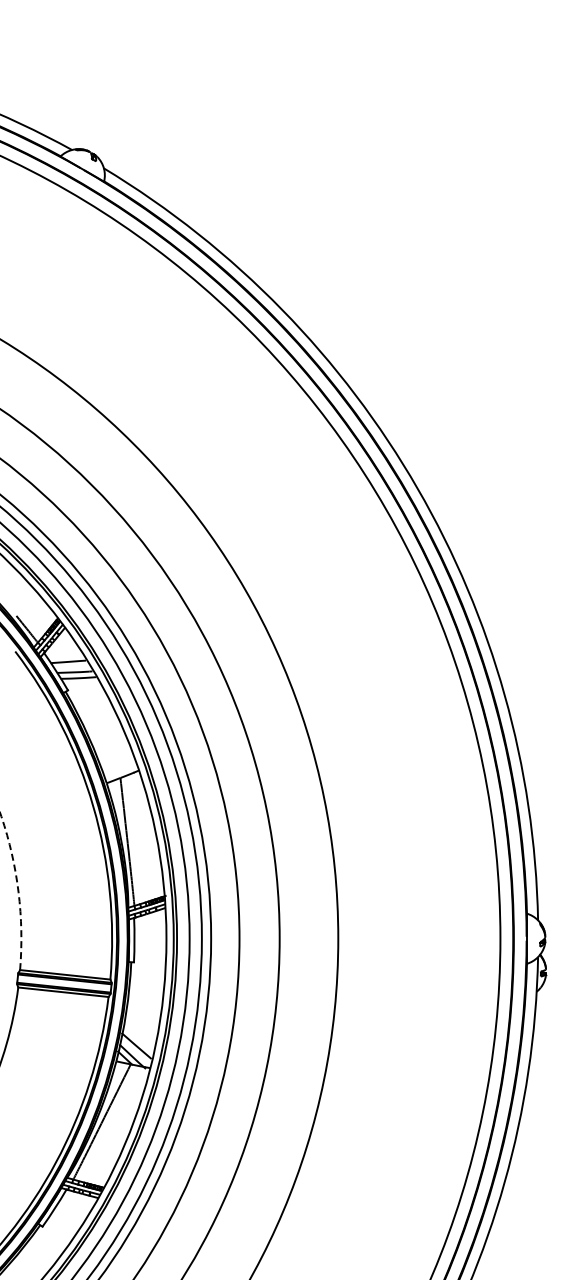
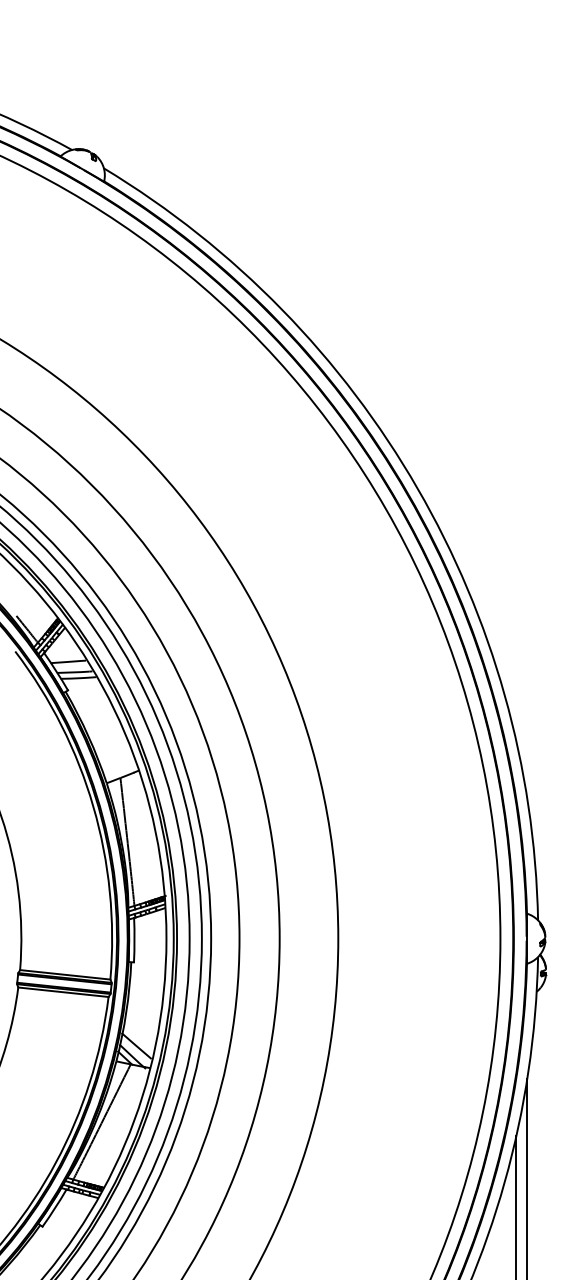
arc at (18, 890): dashed -> solid
line at (527, 1177): none -> present
line at (516, 1205): none -> present
